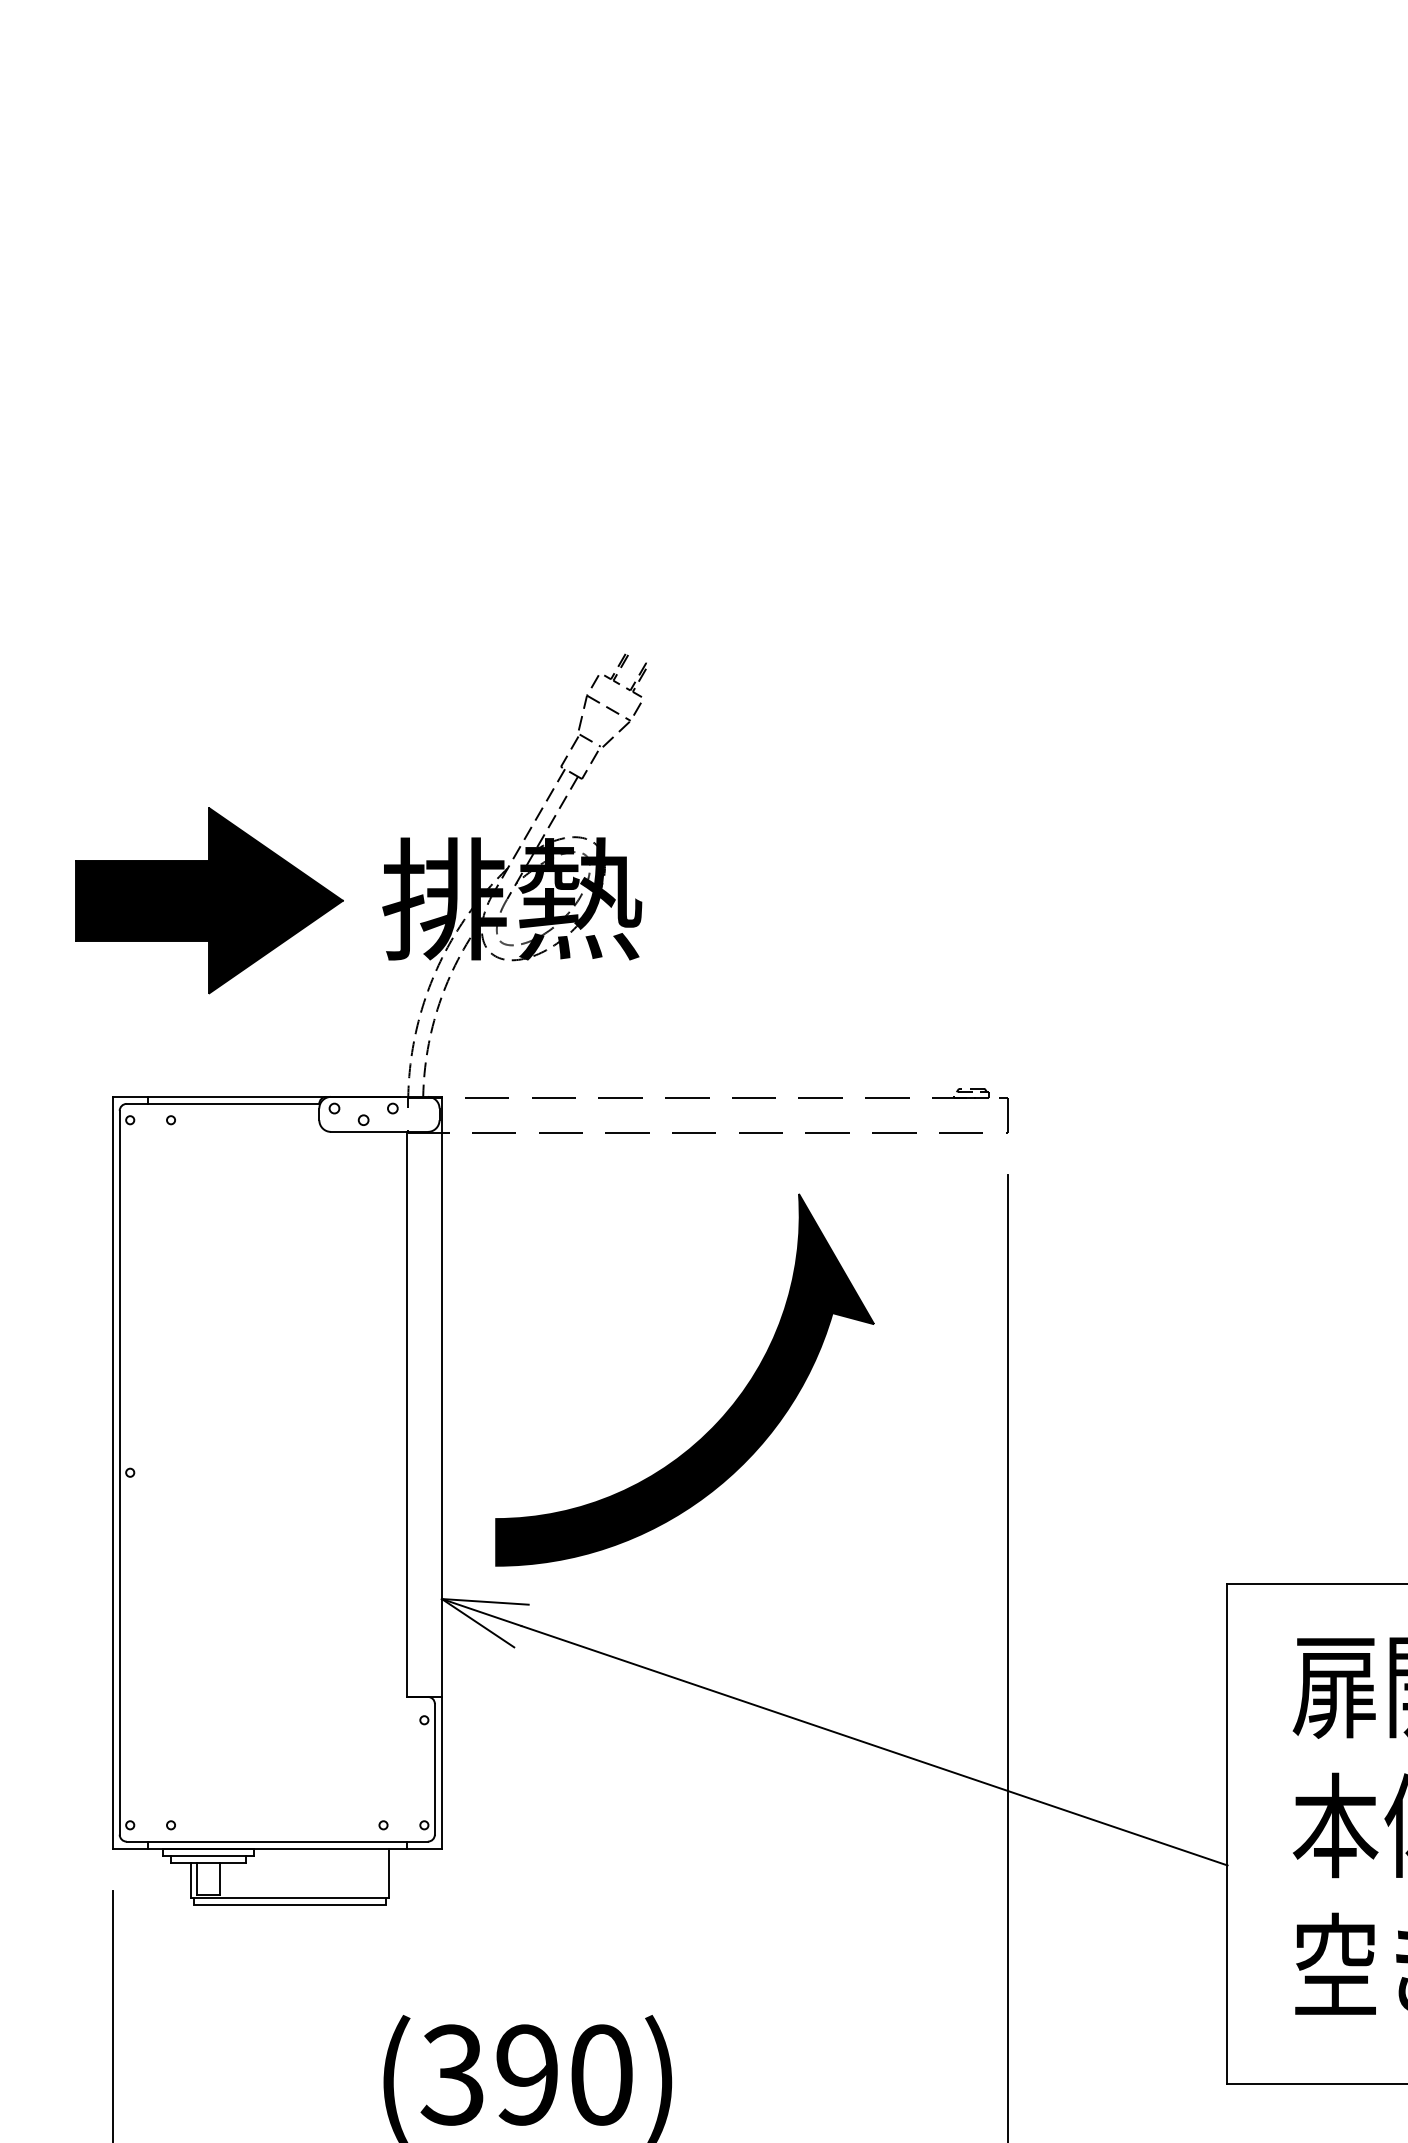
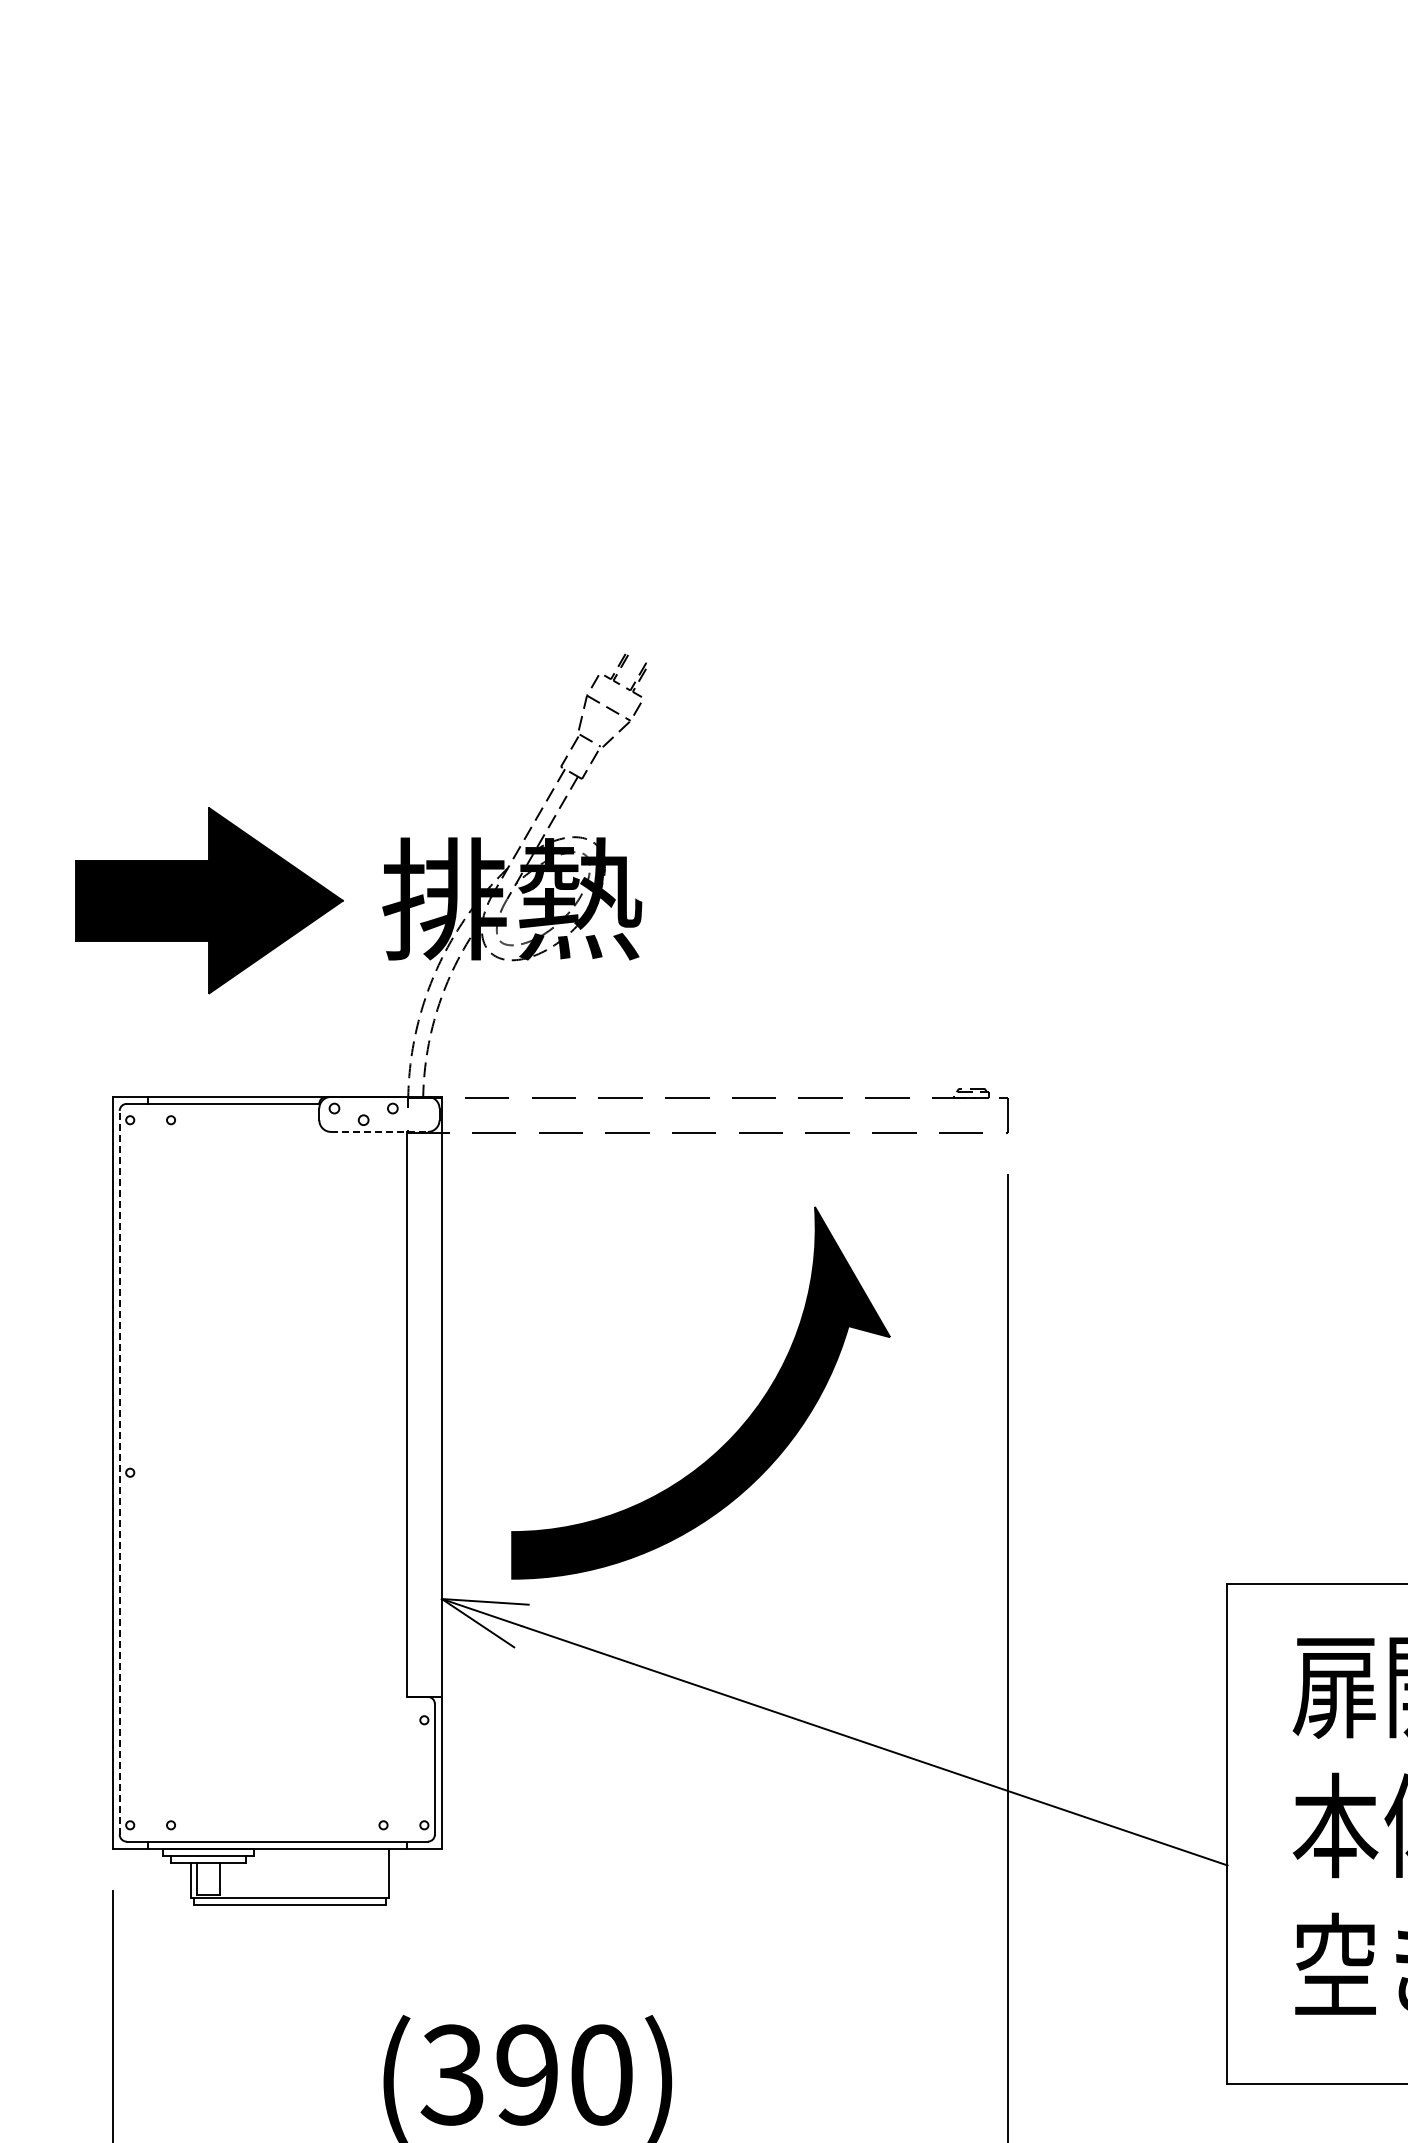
line at (379, 1131): solid -> dashed
part at (724, 1413) position: (724, 1413) -> (740, 1426)
line at (119, 1472): solid -> dashed
